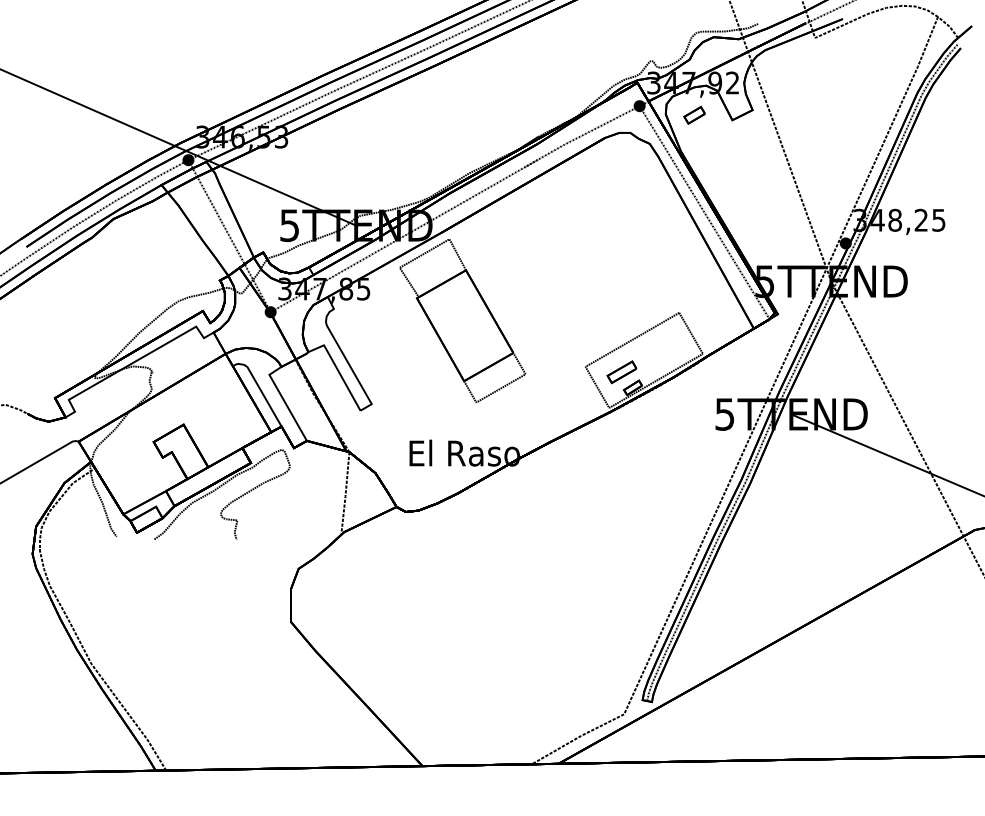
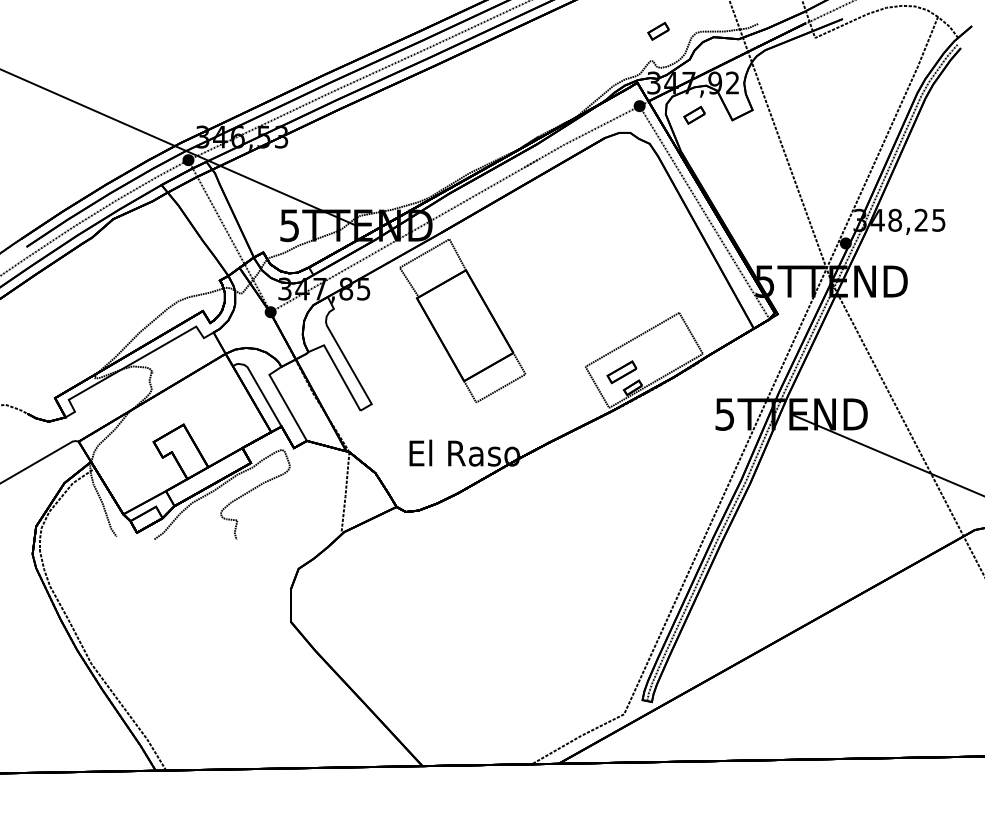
part at (658, 30): none -> present
